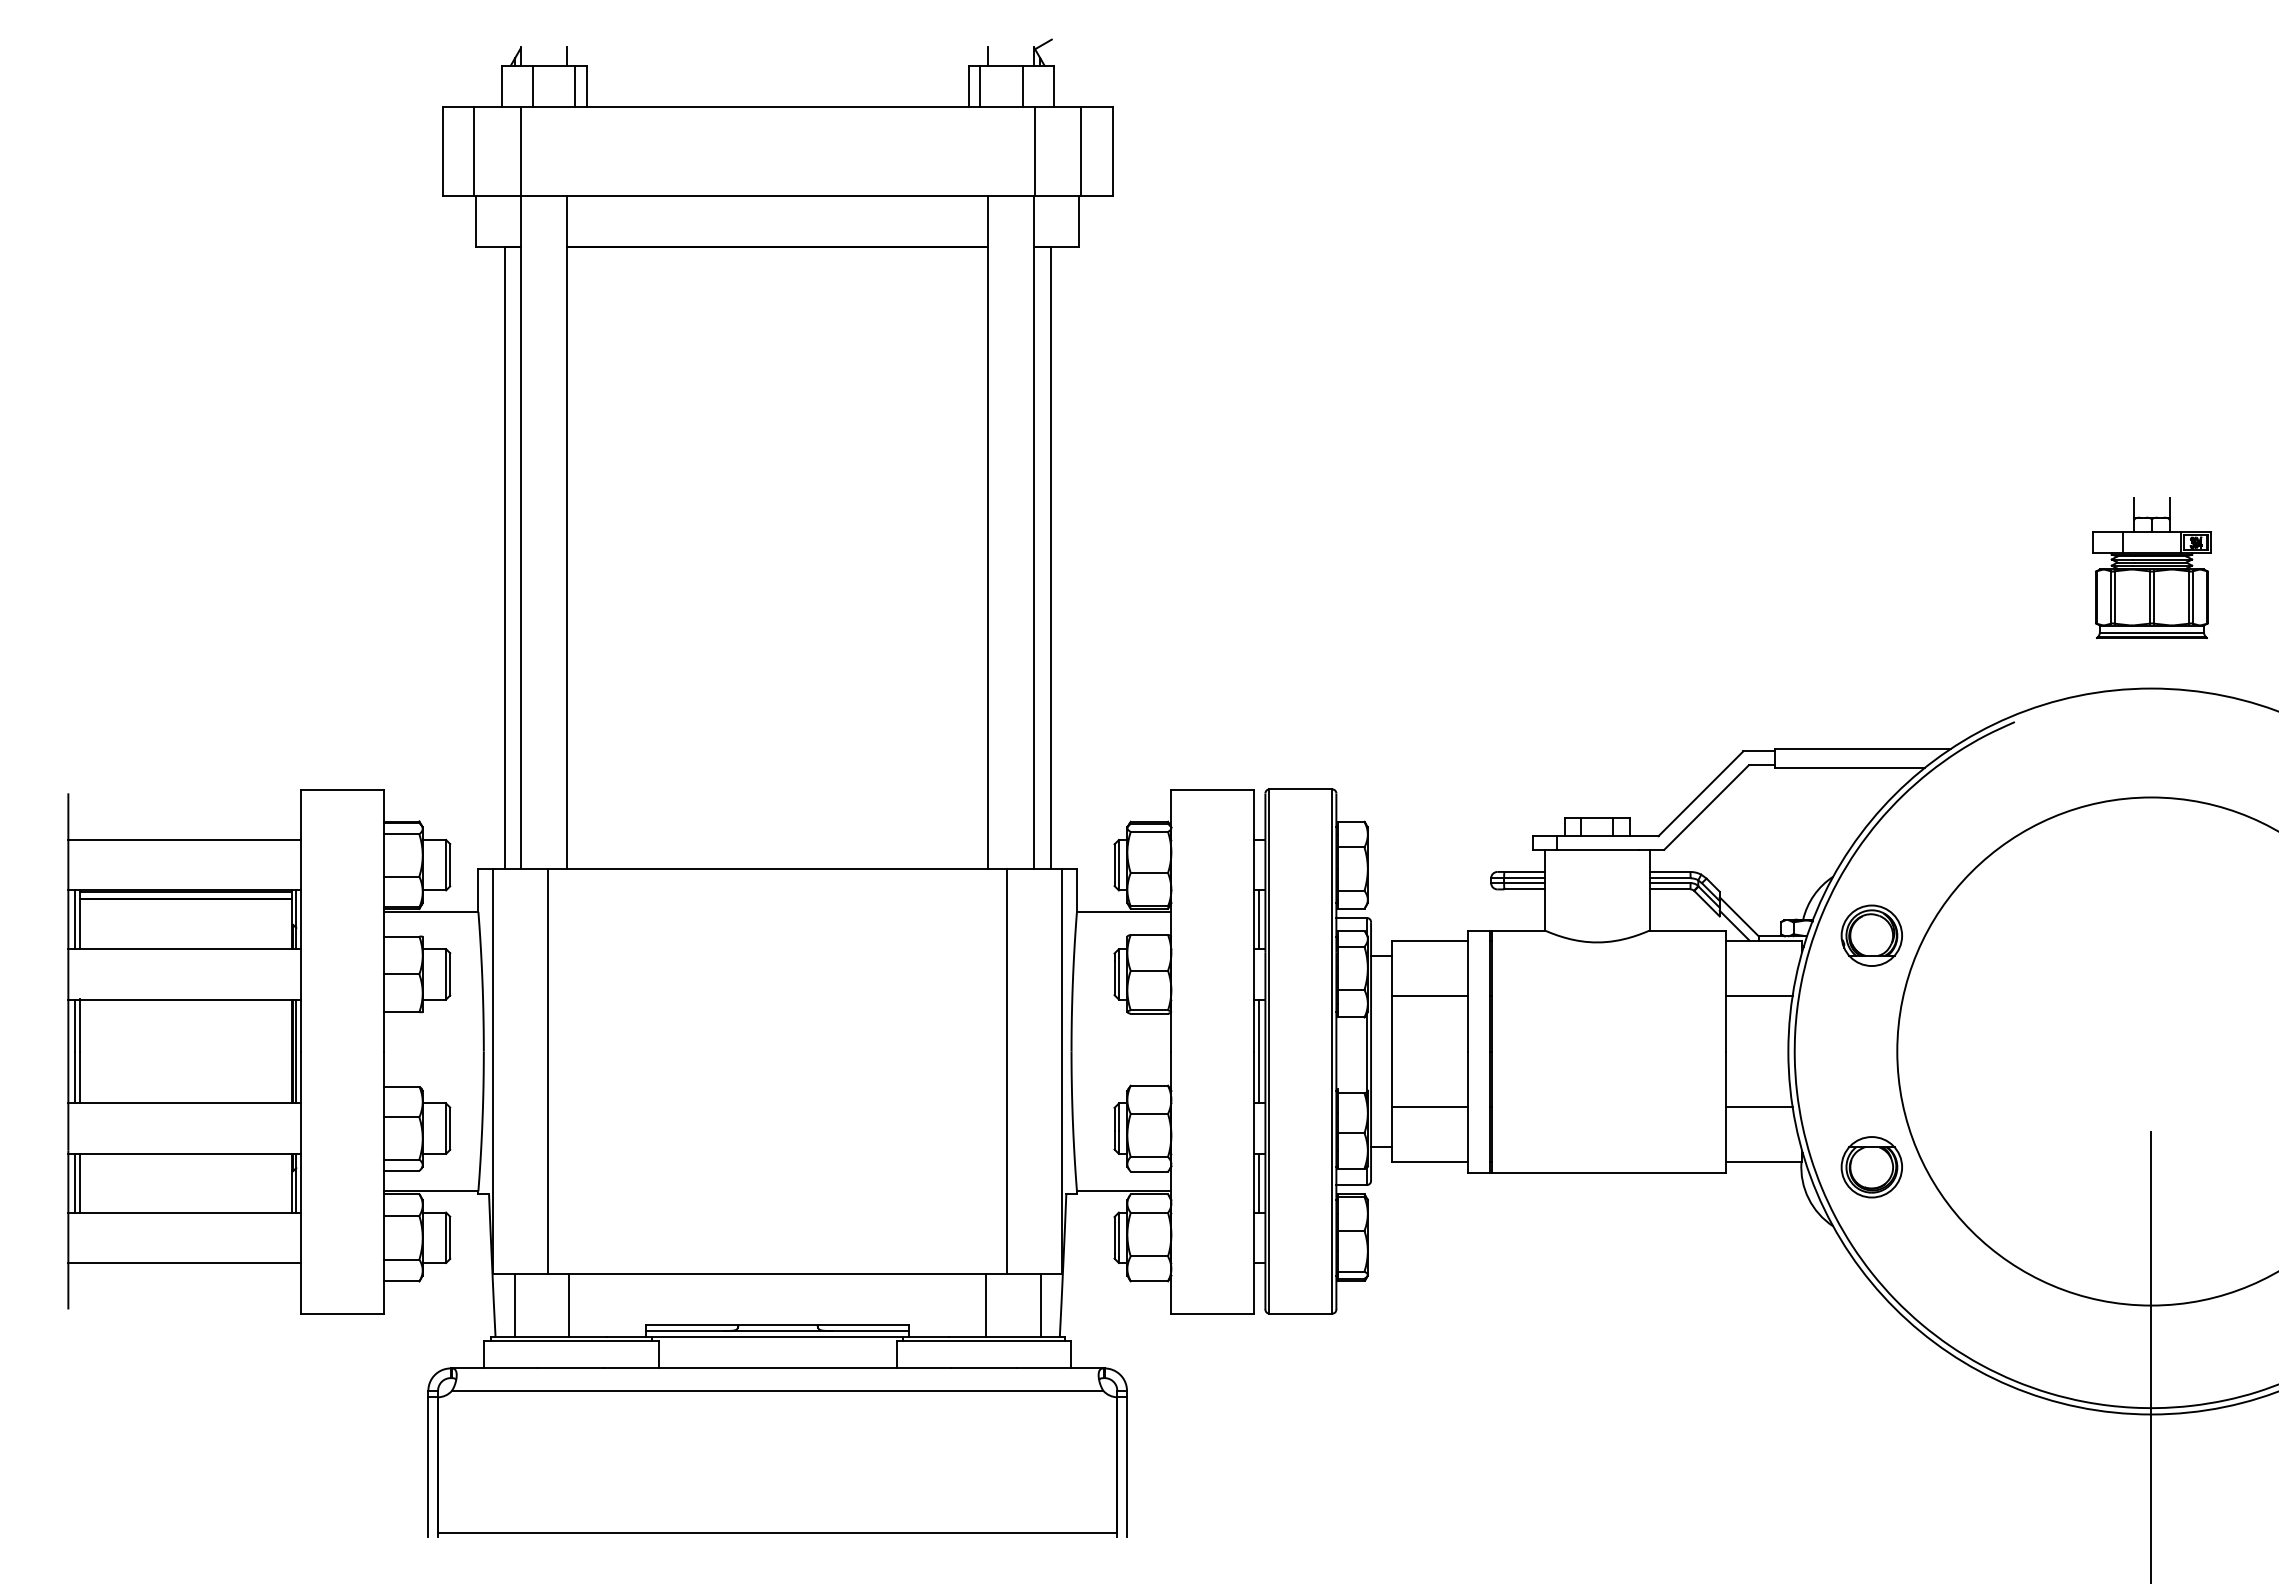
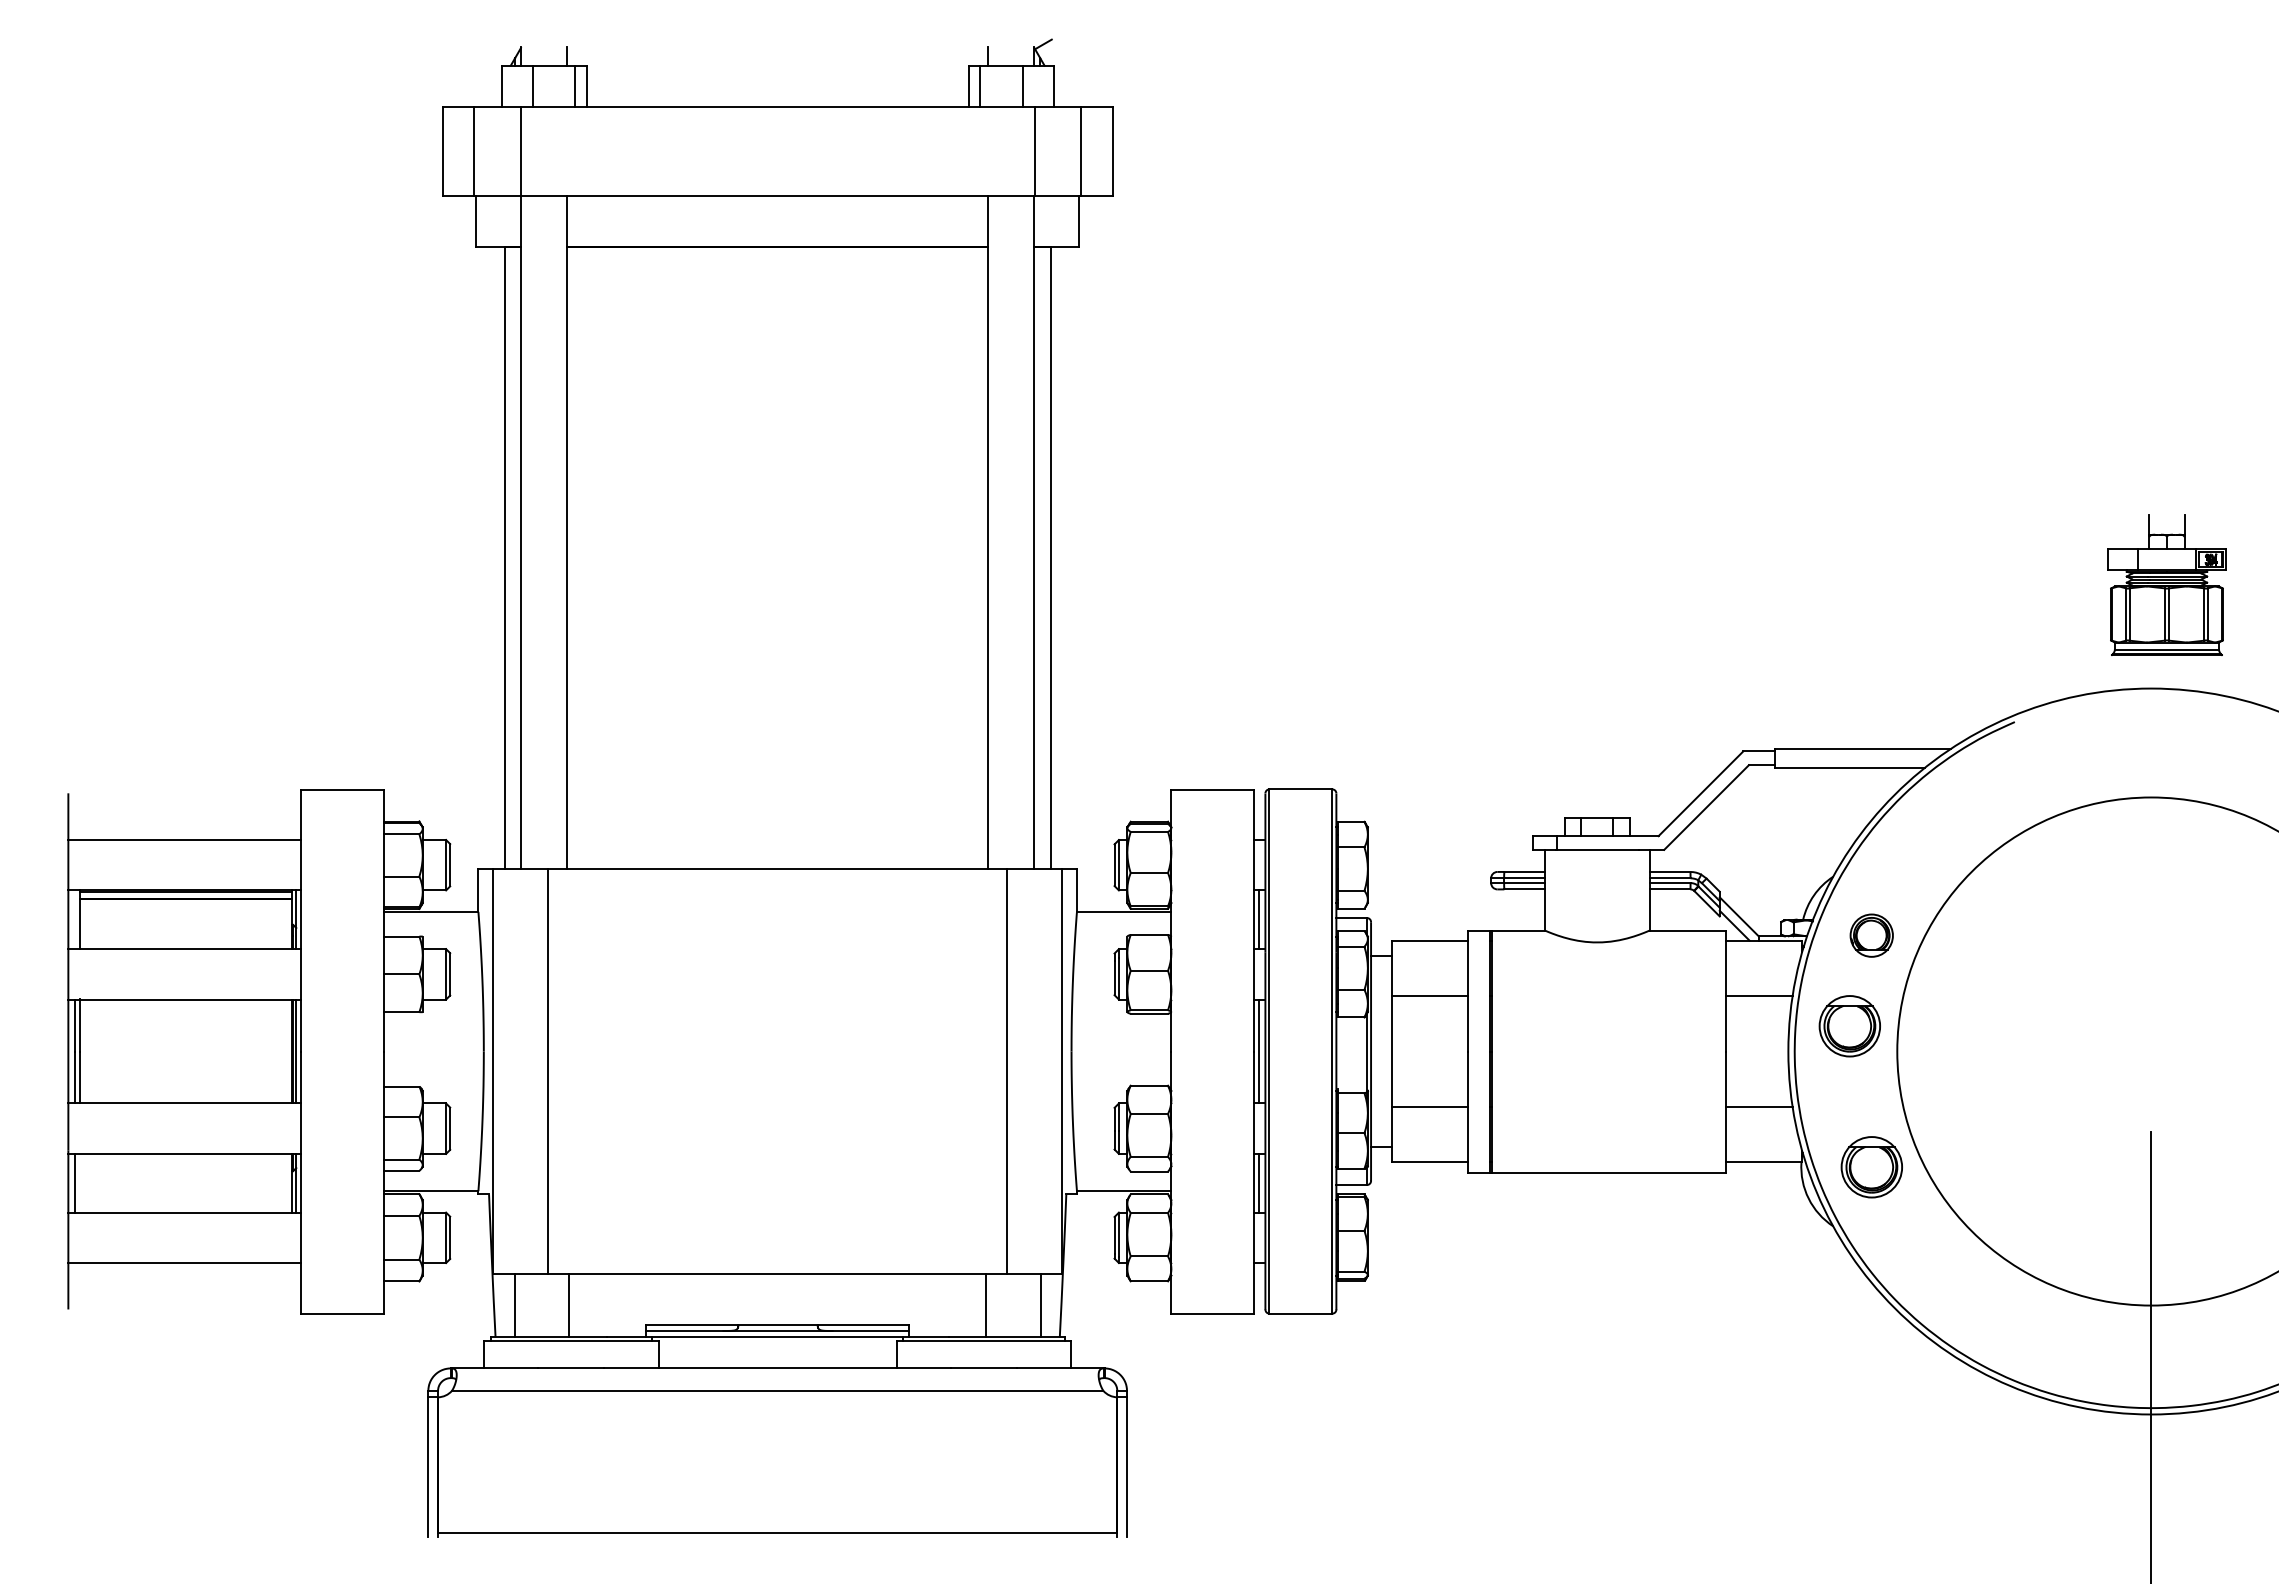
part at (2151, 567) position: (2151, 567) -> (2166, 584)
line at (74, 919): present -> none
part at (1871, 935) size: 63x63 px -> 45x45 px
part at (1849, 1026): none -> present
line at (79, 1182): present -> none
